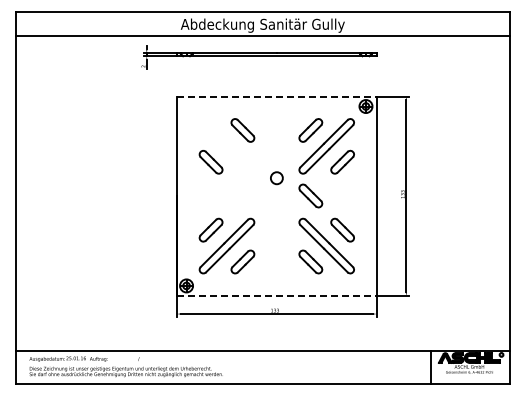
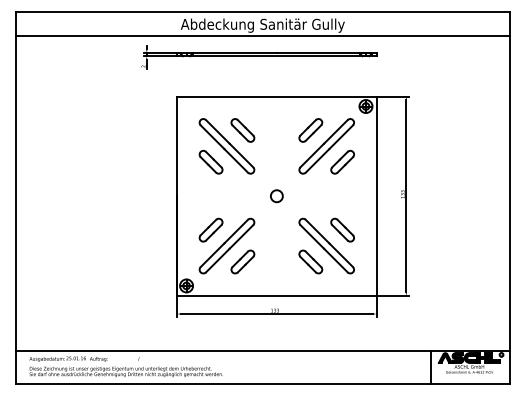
line at (276, 96): dashed -> solid
part at (226, 146): none -> present
circle at (276, 178) position: (276, 178) -> (276, 196)
part at (310, 195): present -> none
line at (276, 295): dashed -> solid
